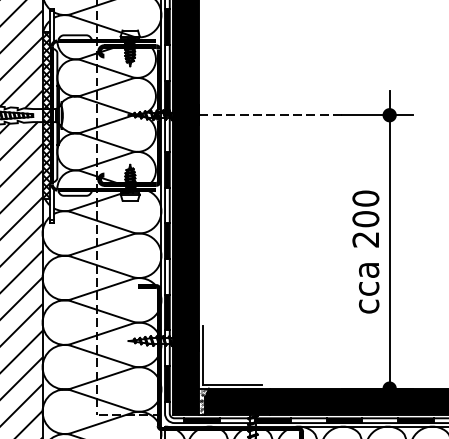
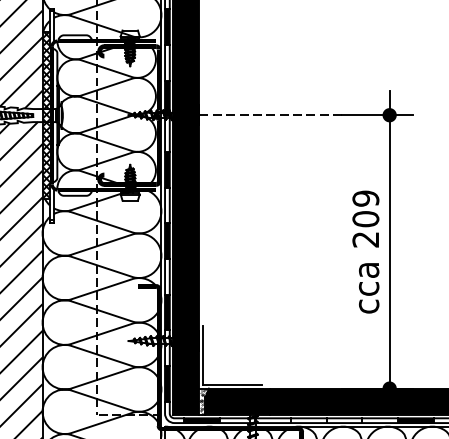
text at (365, 198): 200 -> 209
fill at (273, 420): present -> none
fill at (344, 420): present -> none
